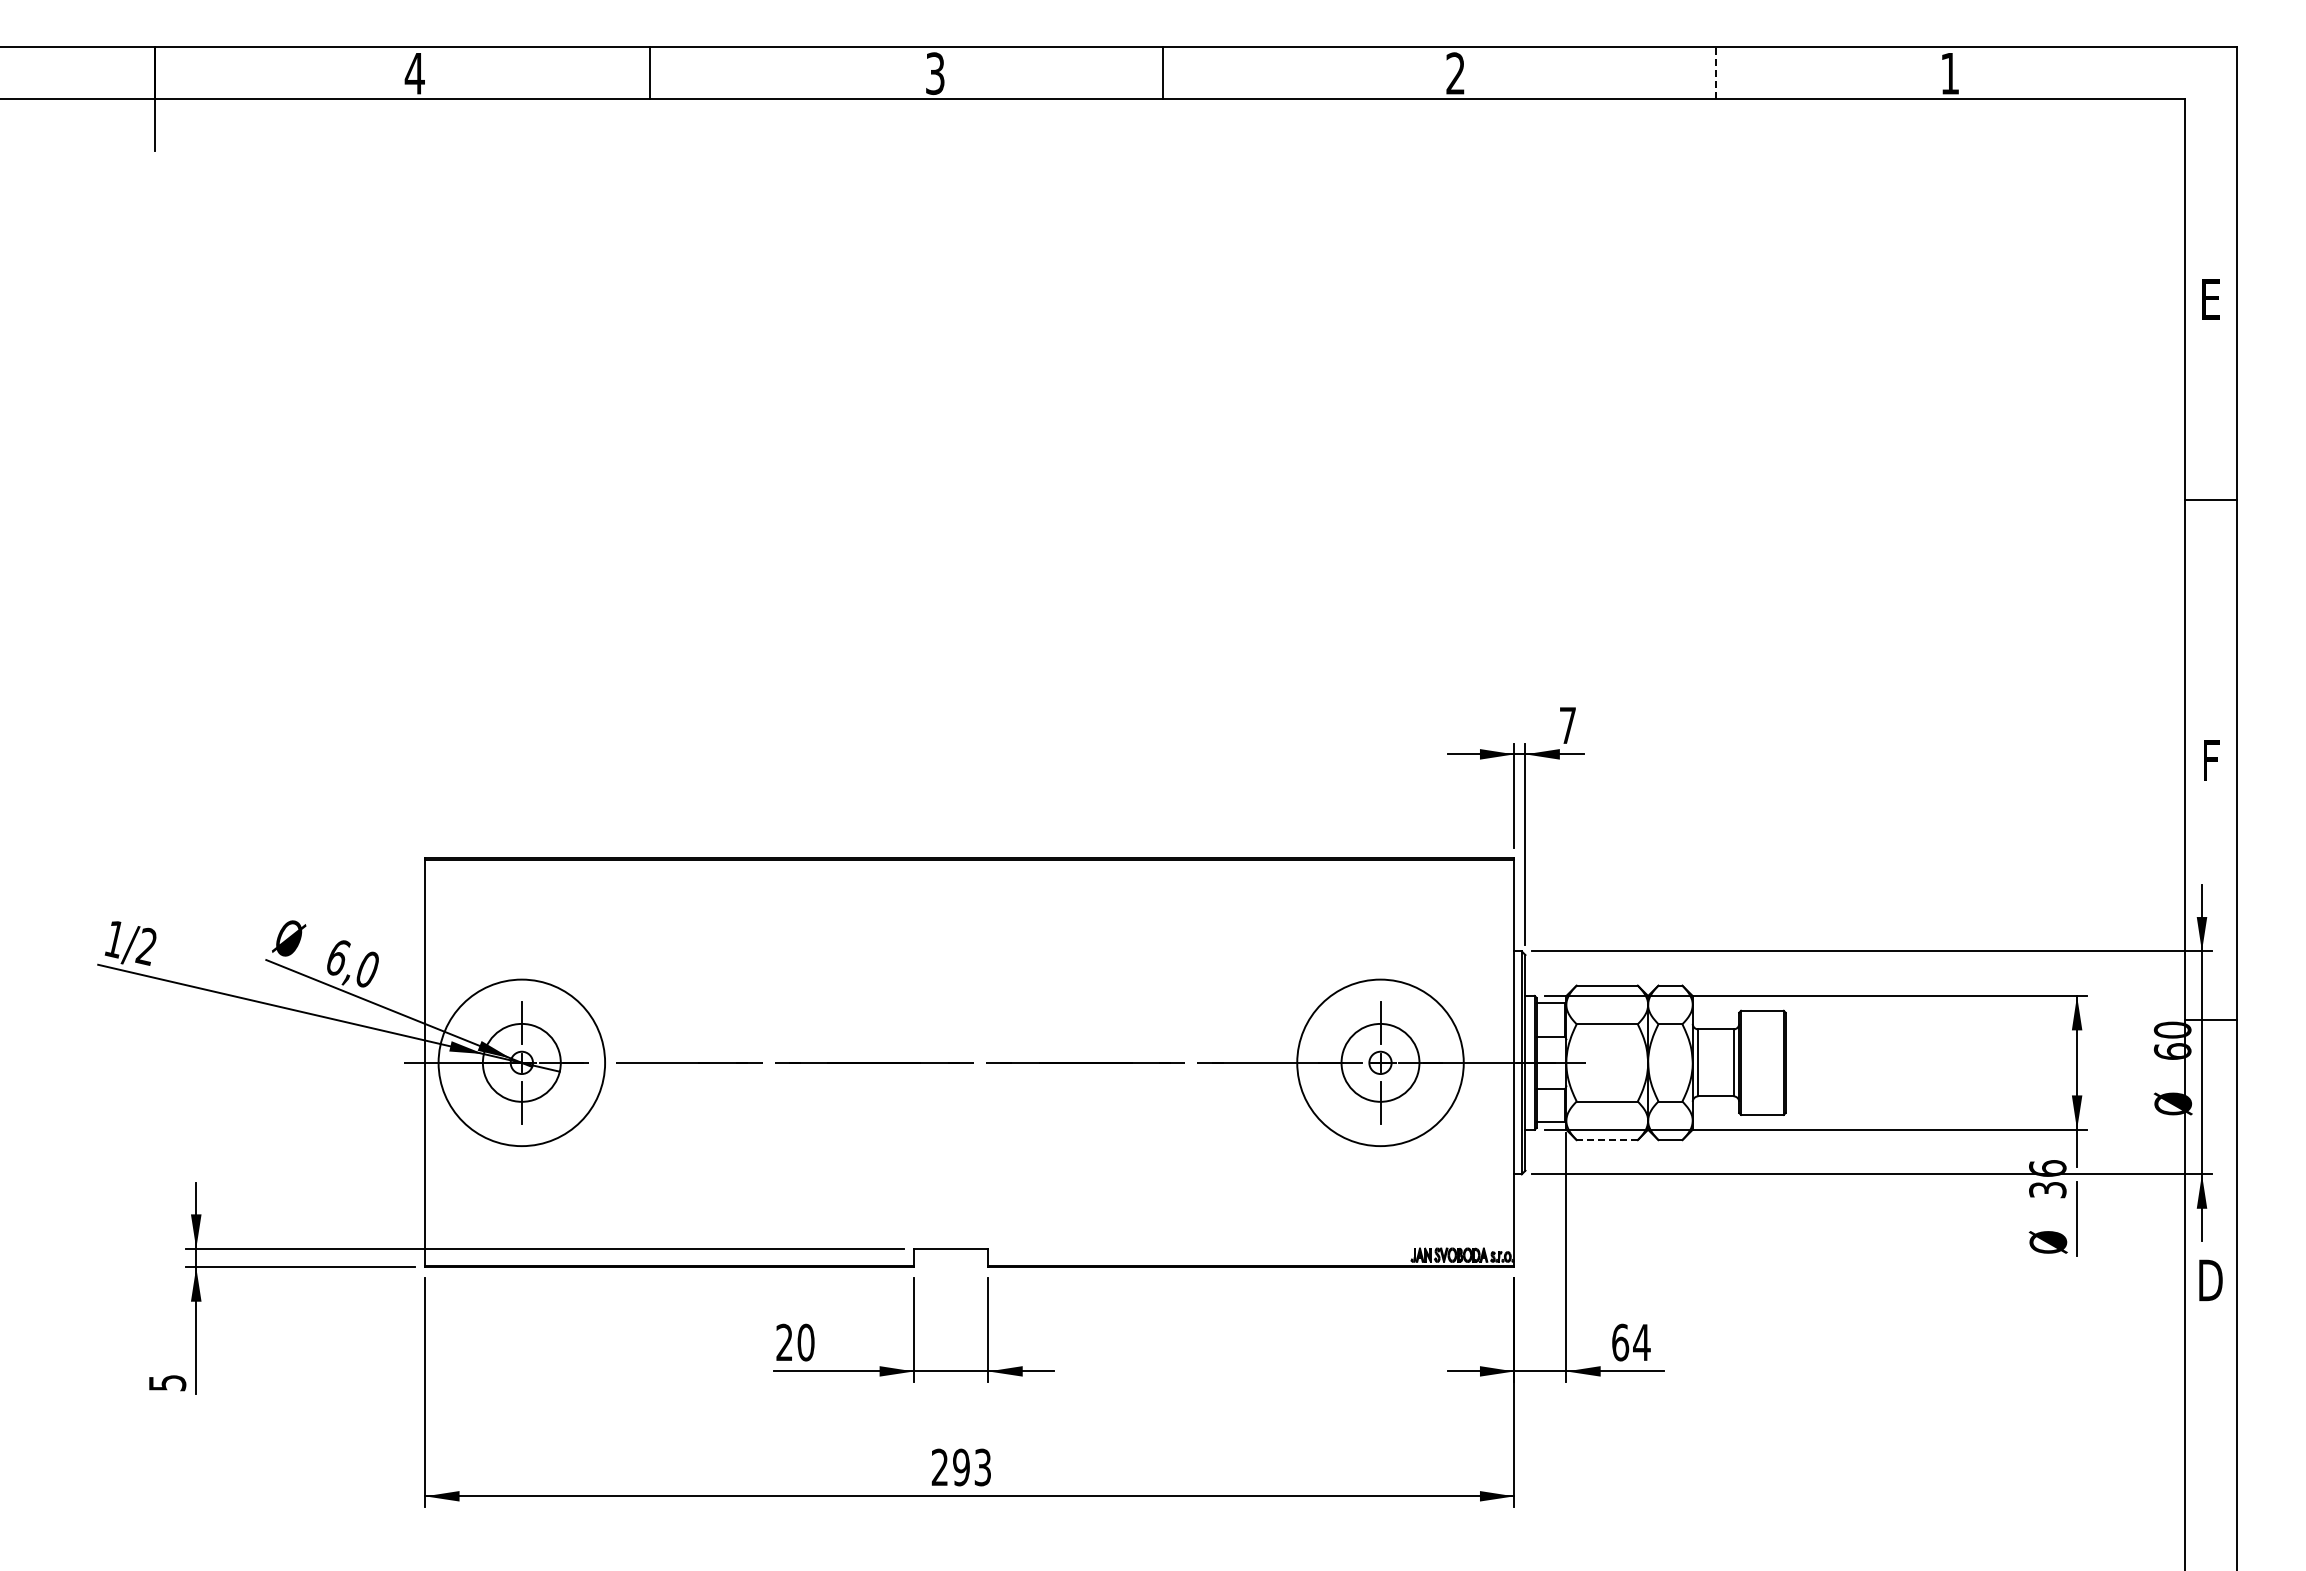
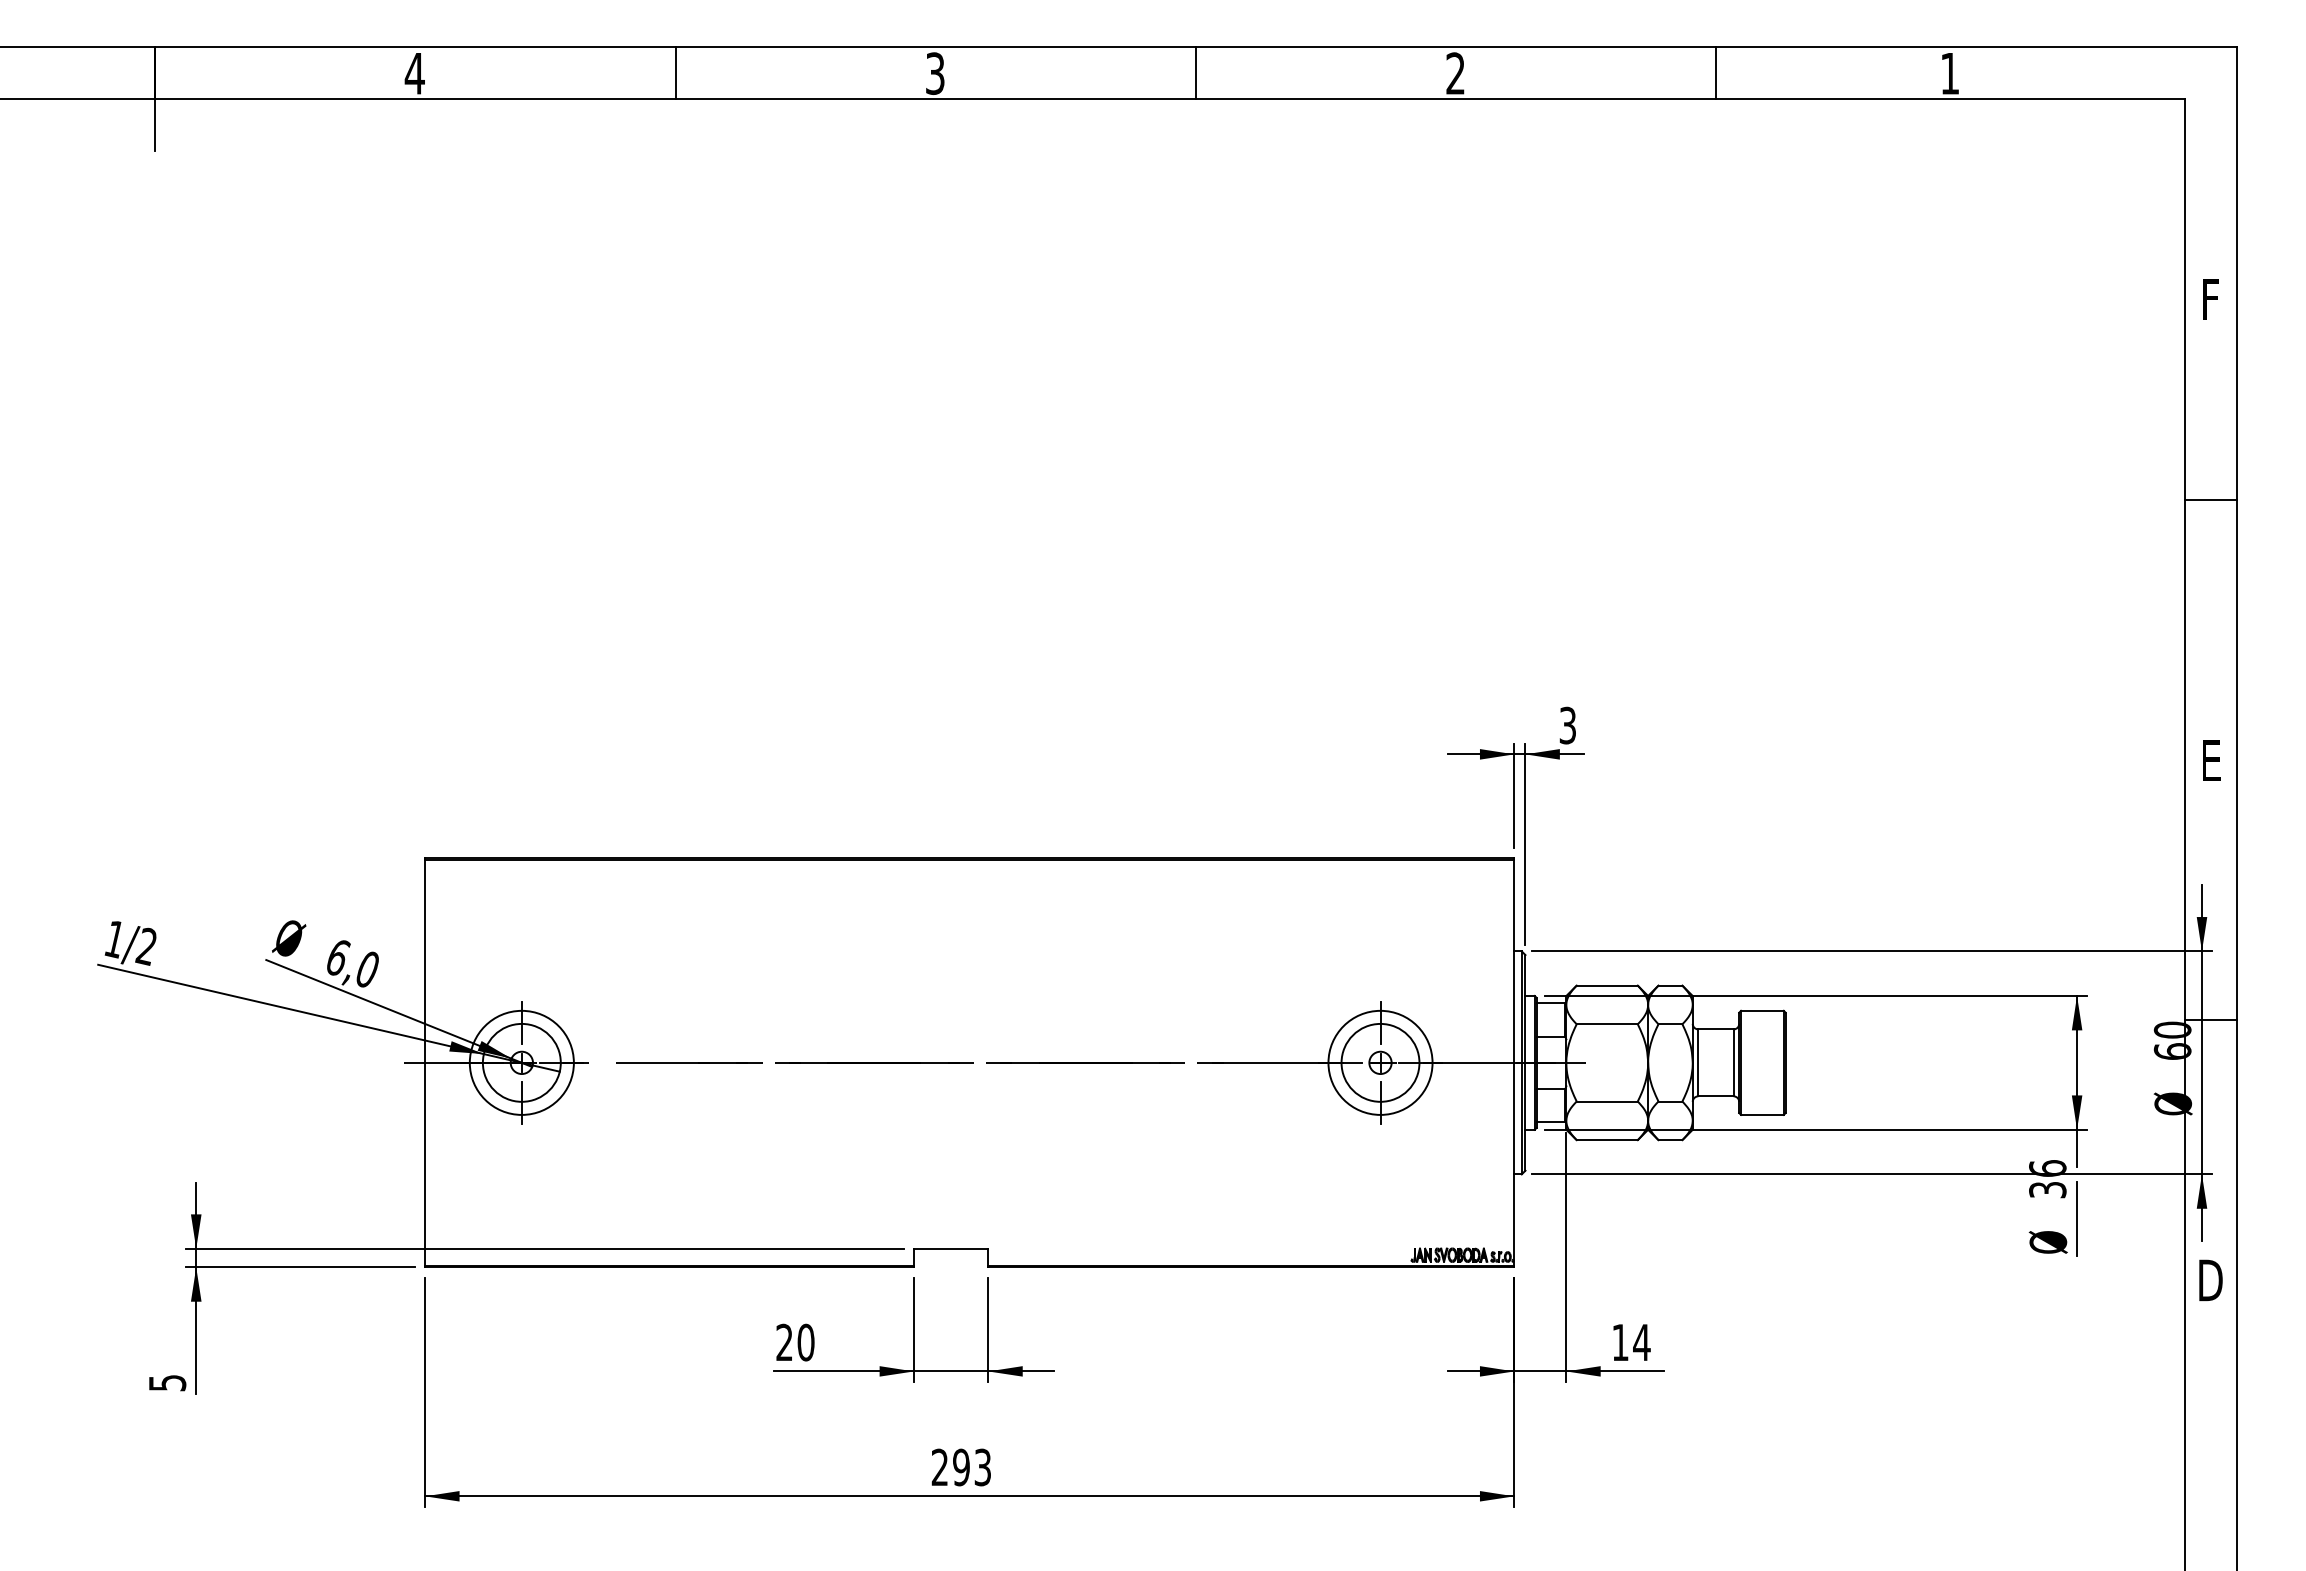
line at (1716, 72): dashed -> solid
line at (649, 73) position: (649, 73) -> (675, 73)
line at (1163, 73) position: (1163, 73) -> (1196, 73)
text at (2210, 299): E -> F
text at (1567, 725): 7 -> 3
text at (2211, 760): F -> E
circle at (521, 1062) diameter: 167 px -> 104 px
circle at (1380, 1062) diameter: 167 px -> 104 px
line at (1607, 1140): dashed -> solid
text at (1620, 1342): 64 -> 14
